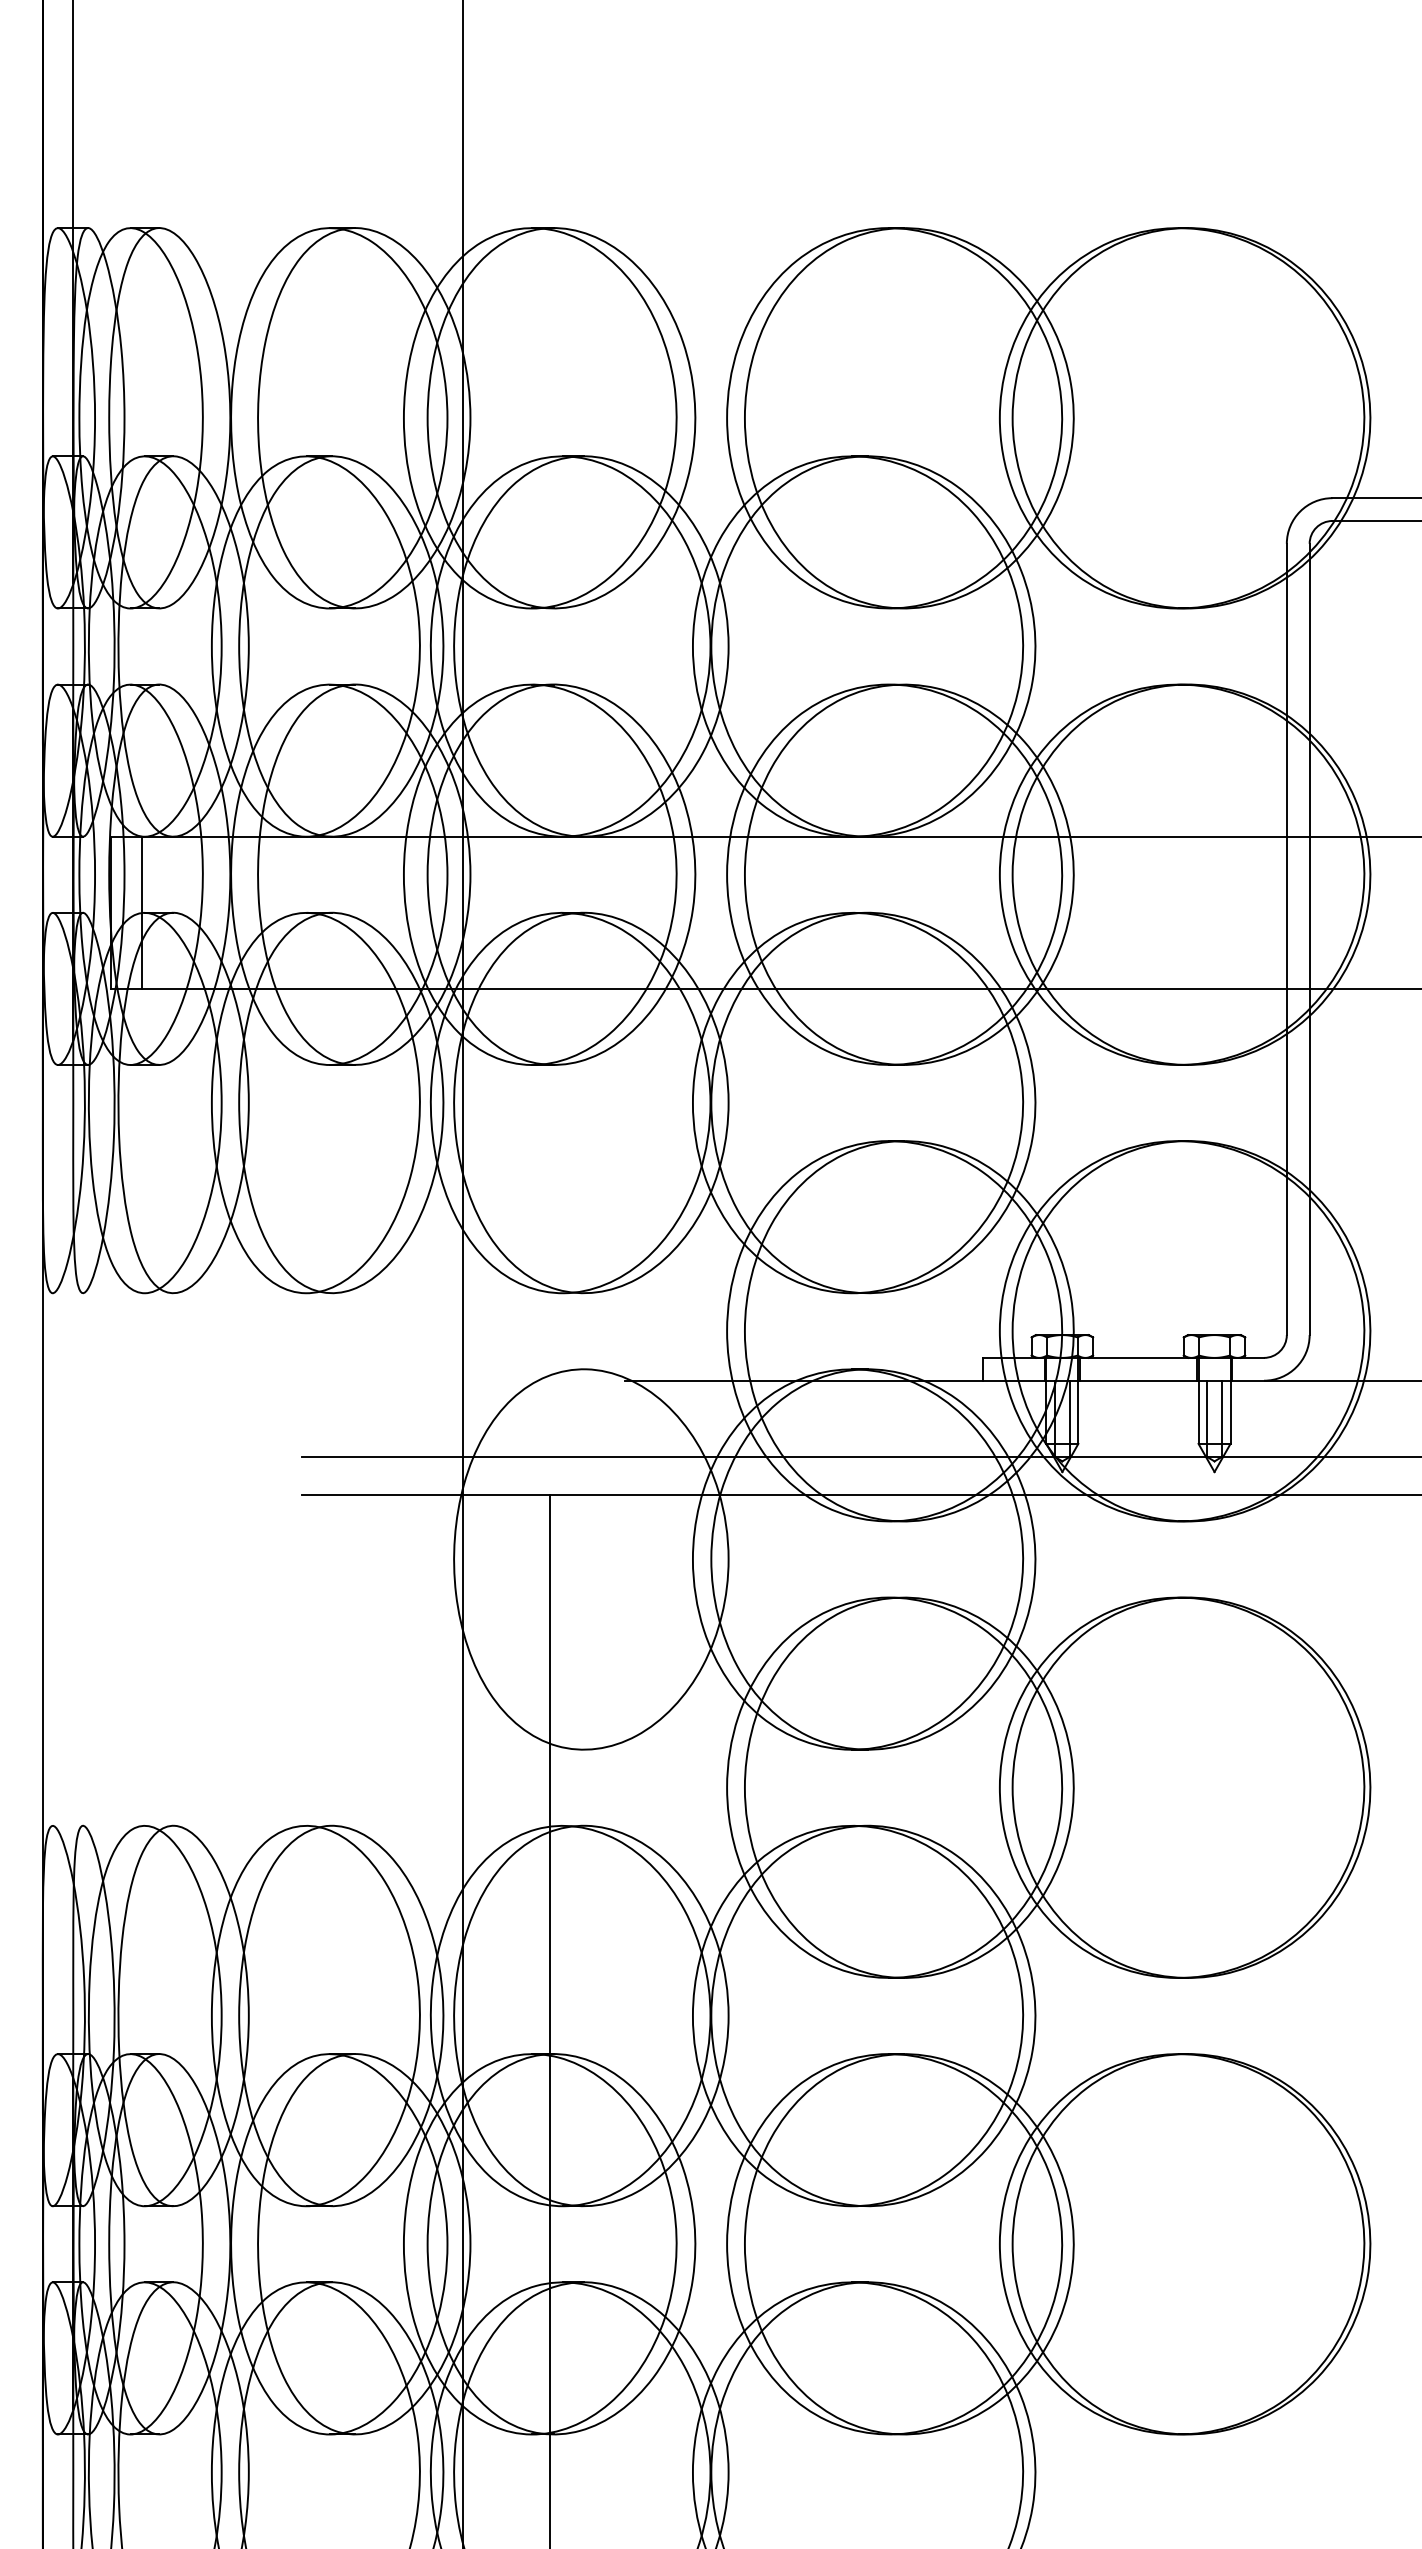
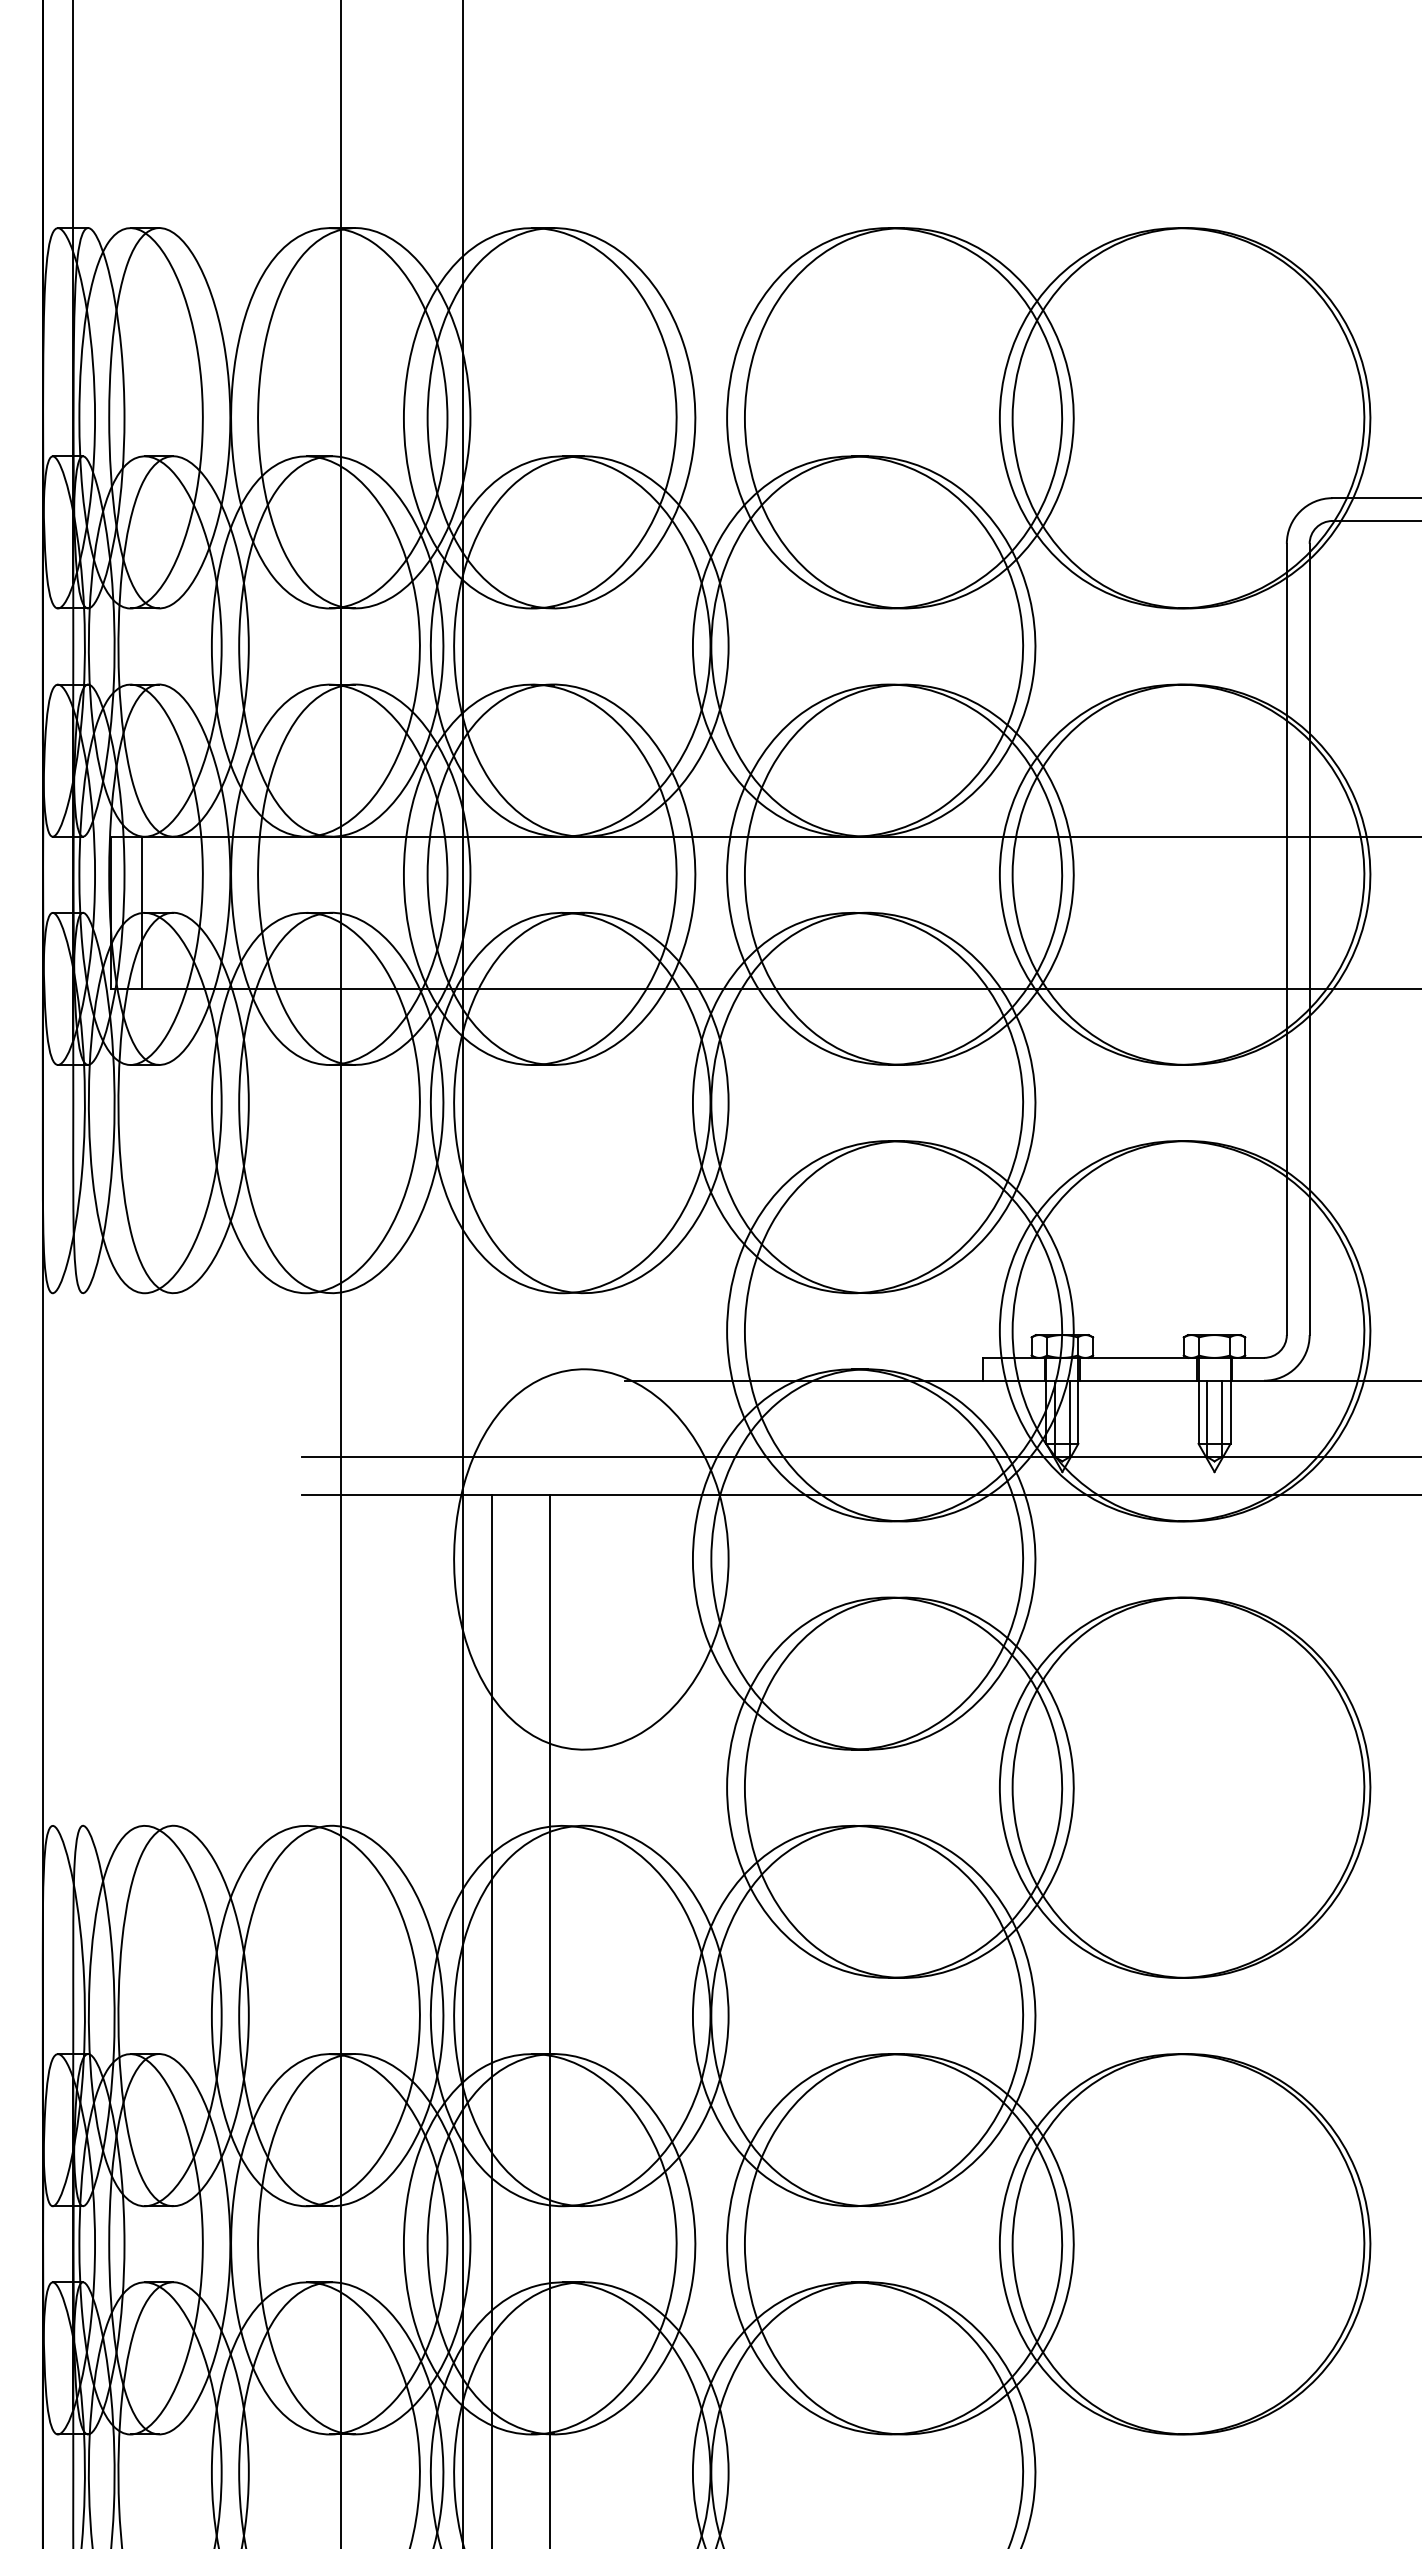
line at (341, 1273): none -> present
line at (491, 2019): none -> present
